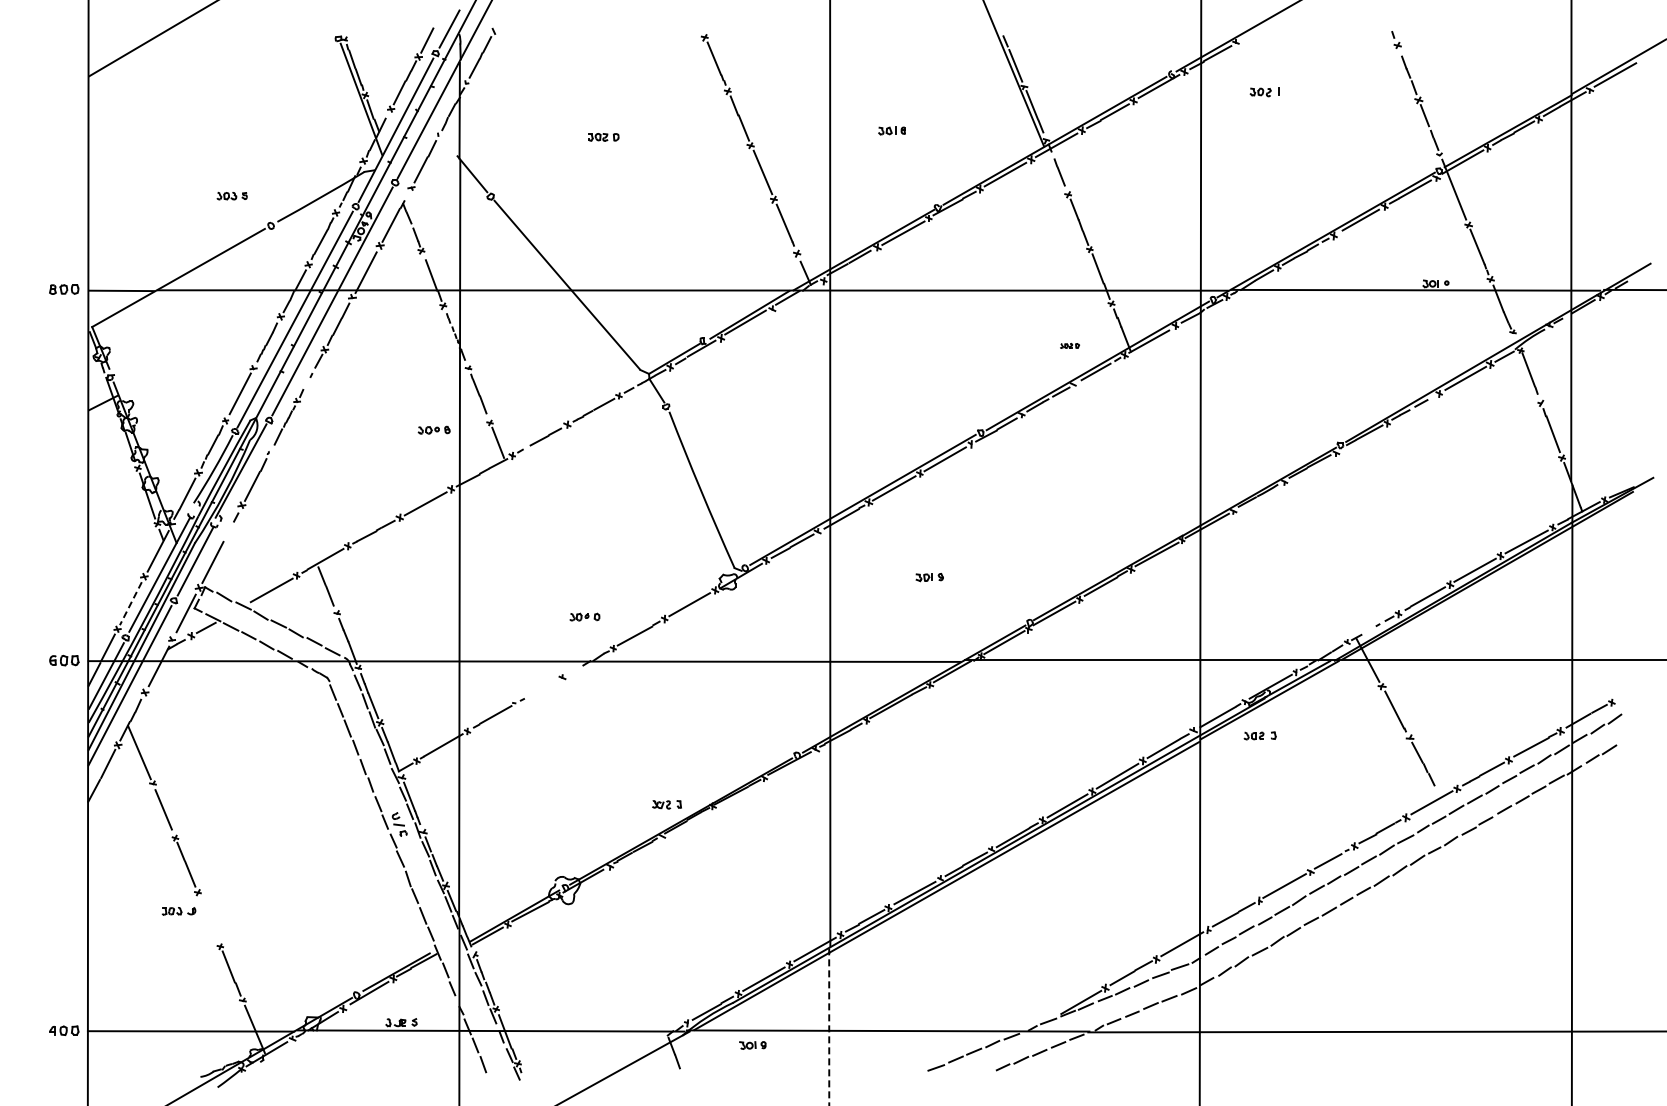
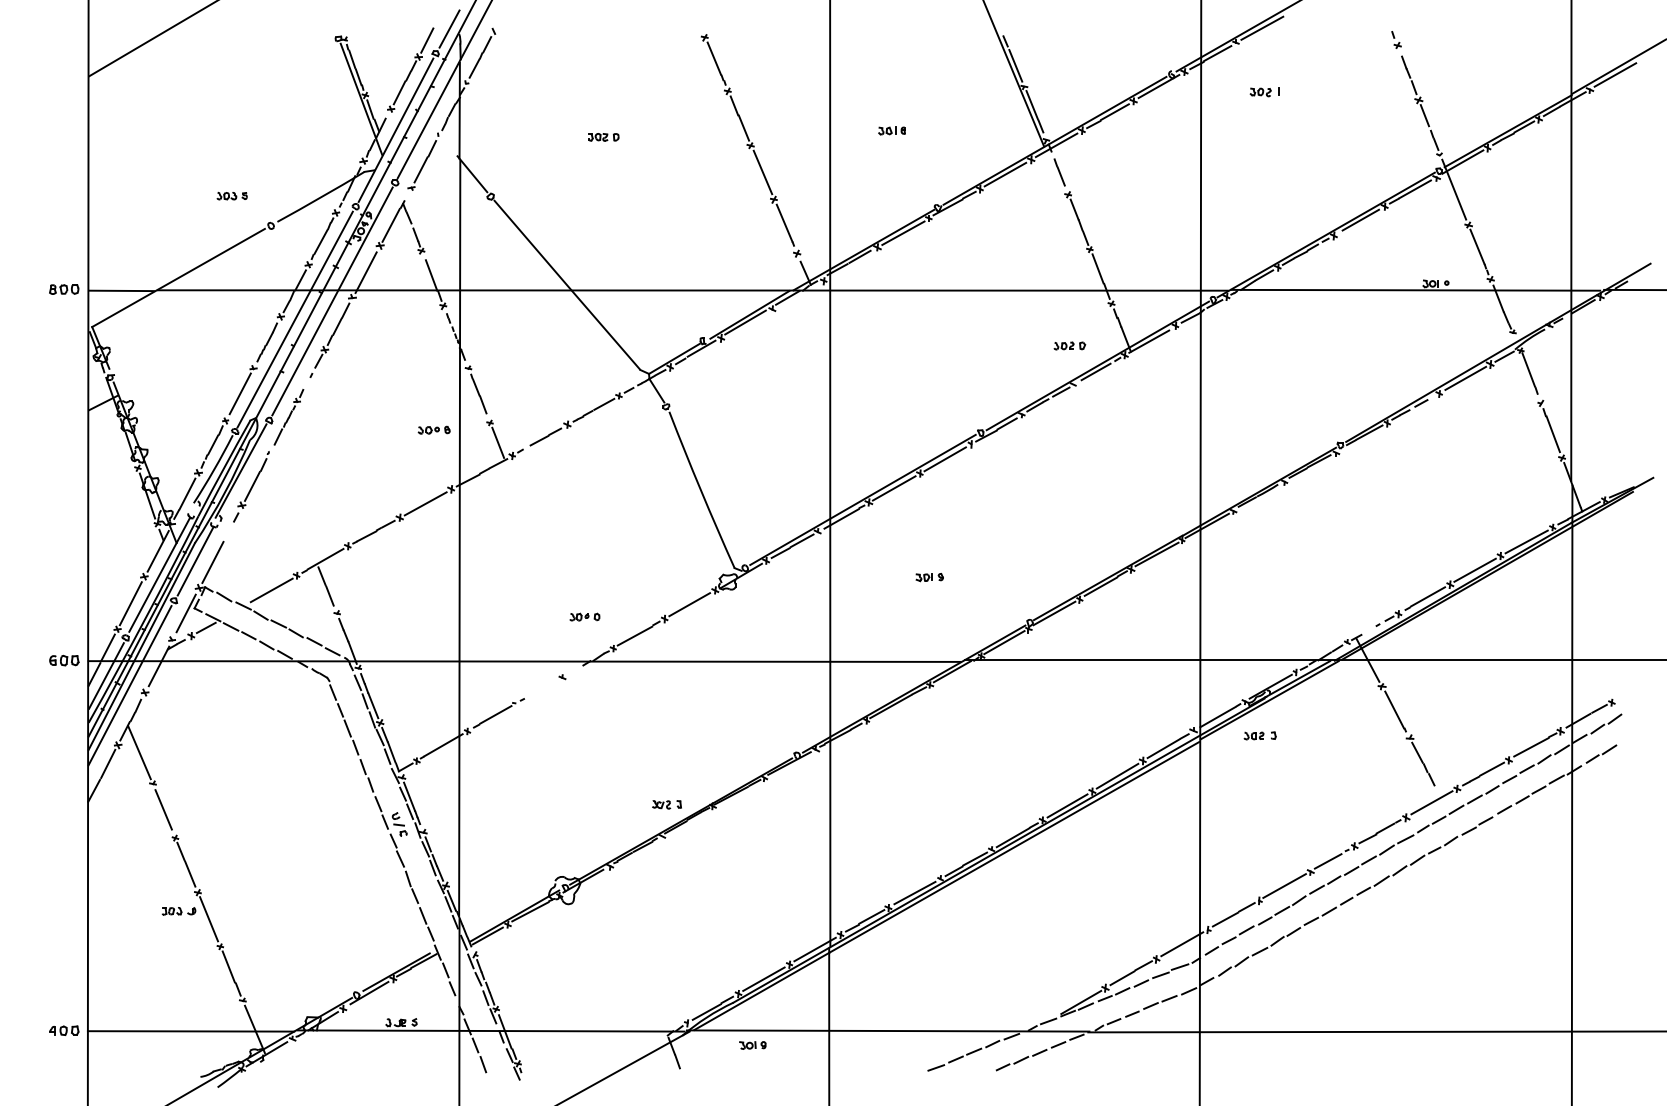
line at (1262, 27): none -> present
part at (1069, 345) size: 20x6 px -> 34x10 px
line at (130, 604): dashed -> solid
line at (209, 919): none -> present
line at (829, 1027): dashed -> solid
